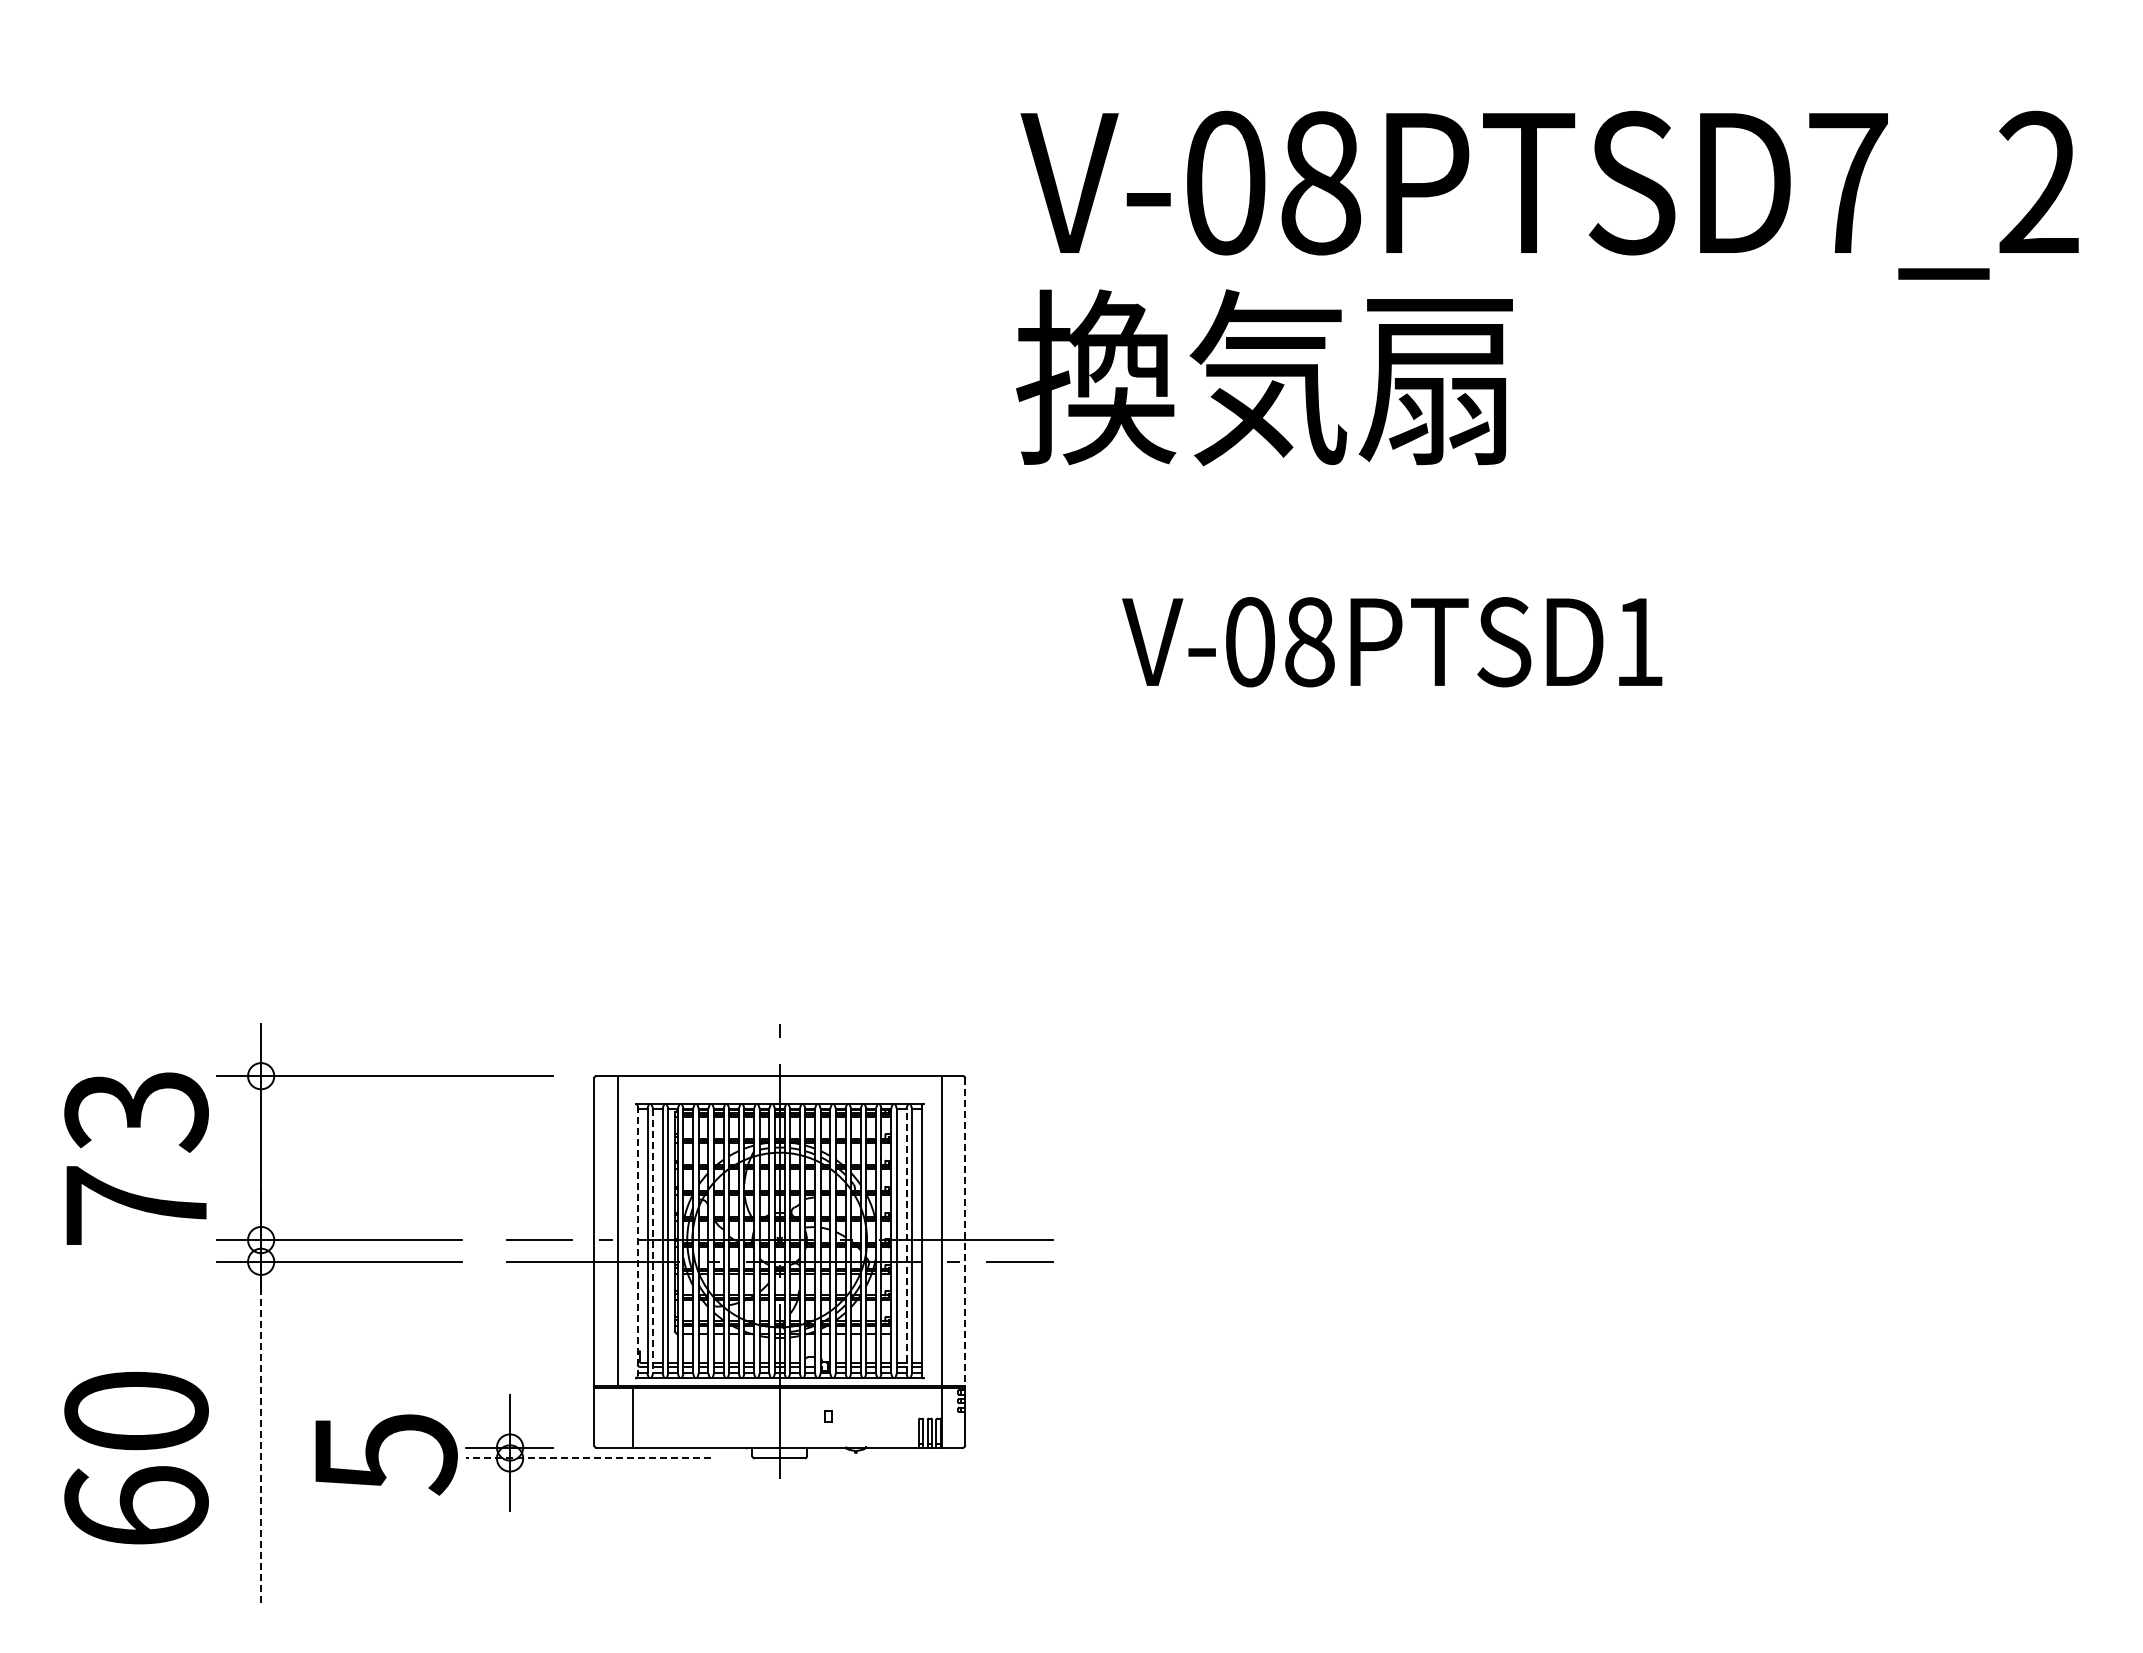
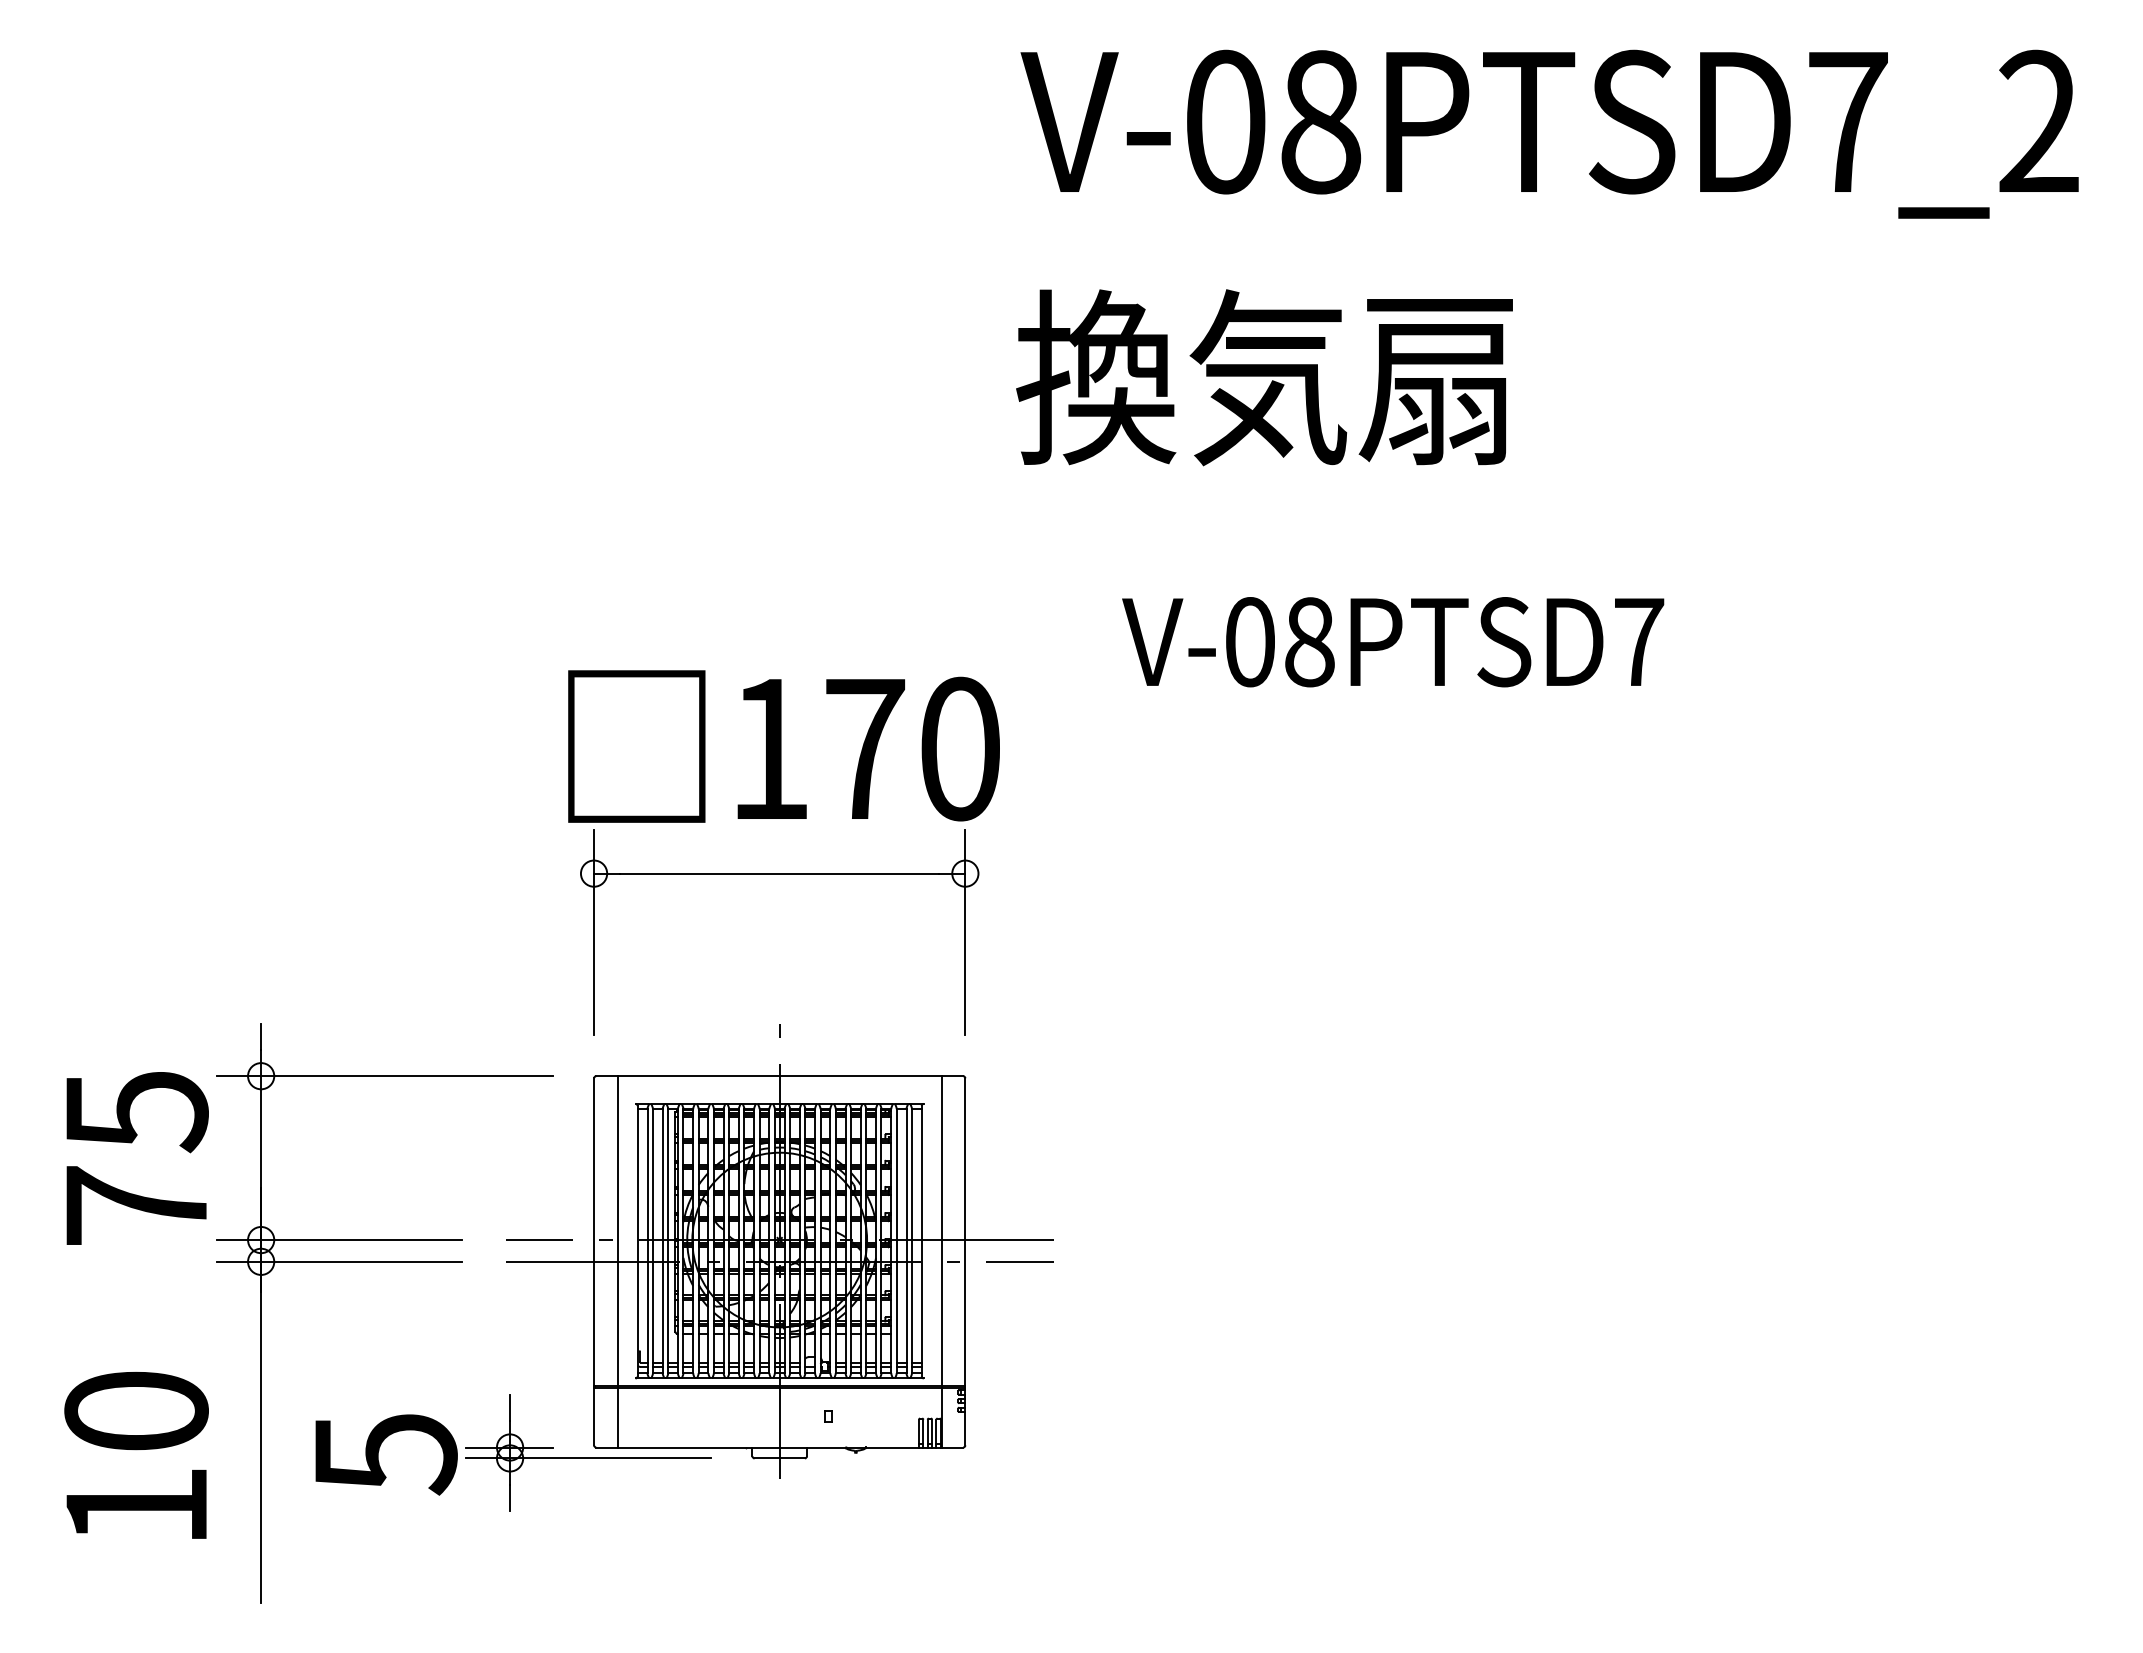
text at (1549, 194) position: (1549, 194) -> (1549, 133)
text at (1639, 641): V-08PTSD1 -> V-08PTSD7
part at (783, 873): none -> present
text at (136, 1112): 73 -> 75
line at (965, 1232): dashed -> solid
line at (637, 1241): dashed -> solid
line at (652, 1241): dashed -> solid
line at (906, 1241): dashed -> solid
line at (632, 1417) position: (632, 1417) -> (617, 1417)
line at (261, 1445): dashed -> solid
line at (588, 1458): dashed -> solid
text at (136, 1505): 60 -> 10
